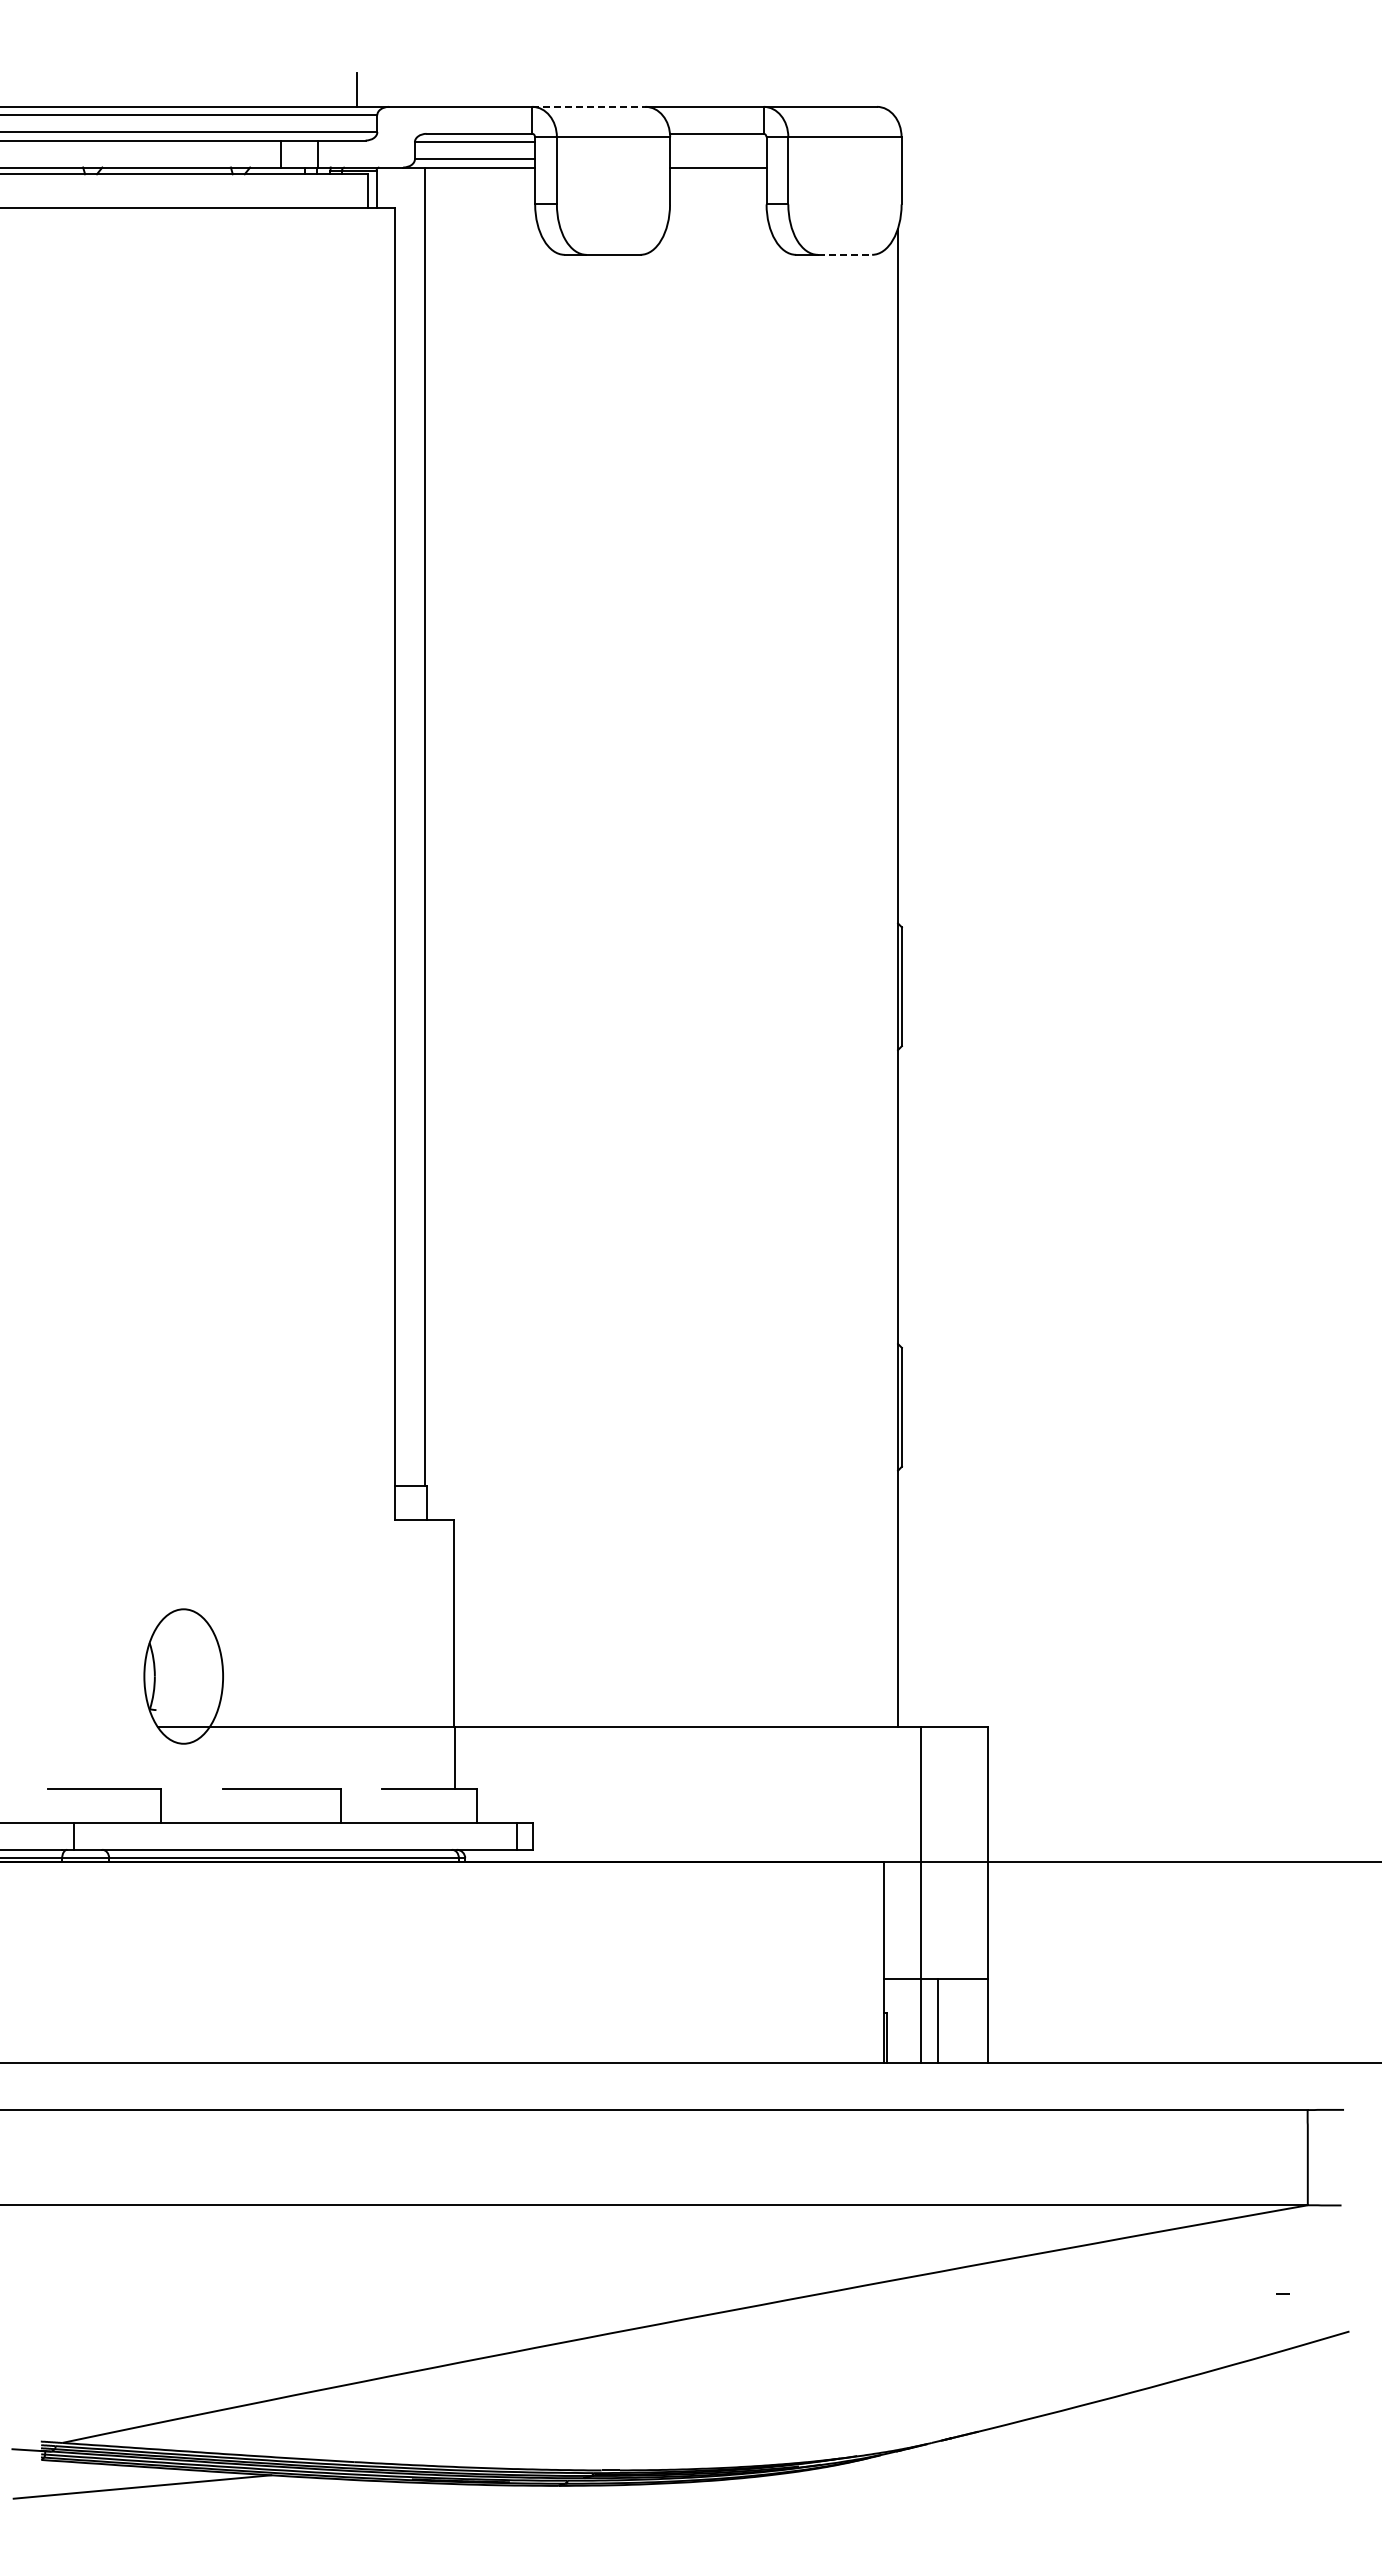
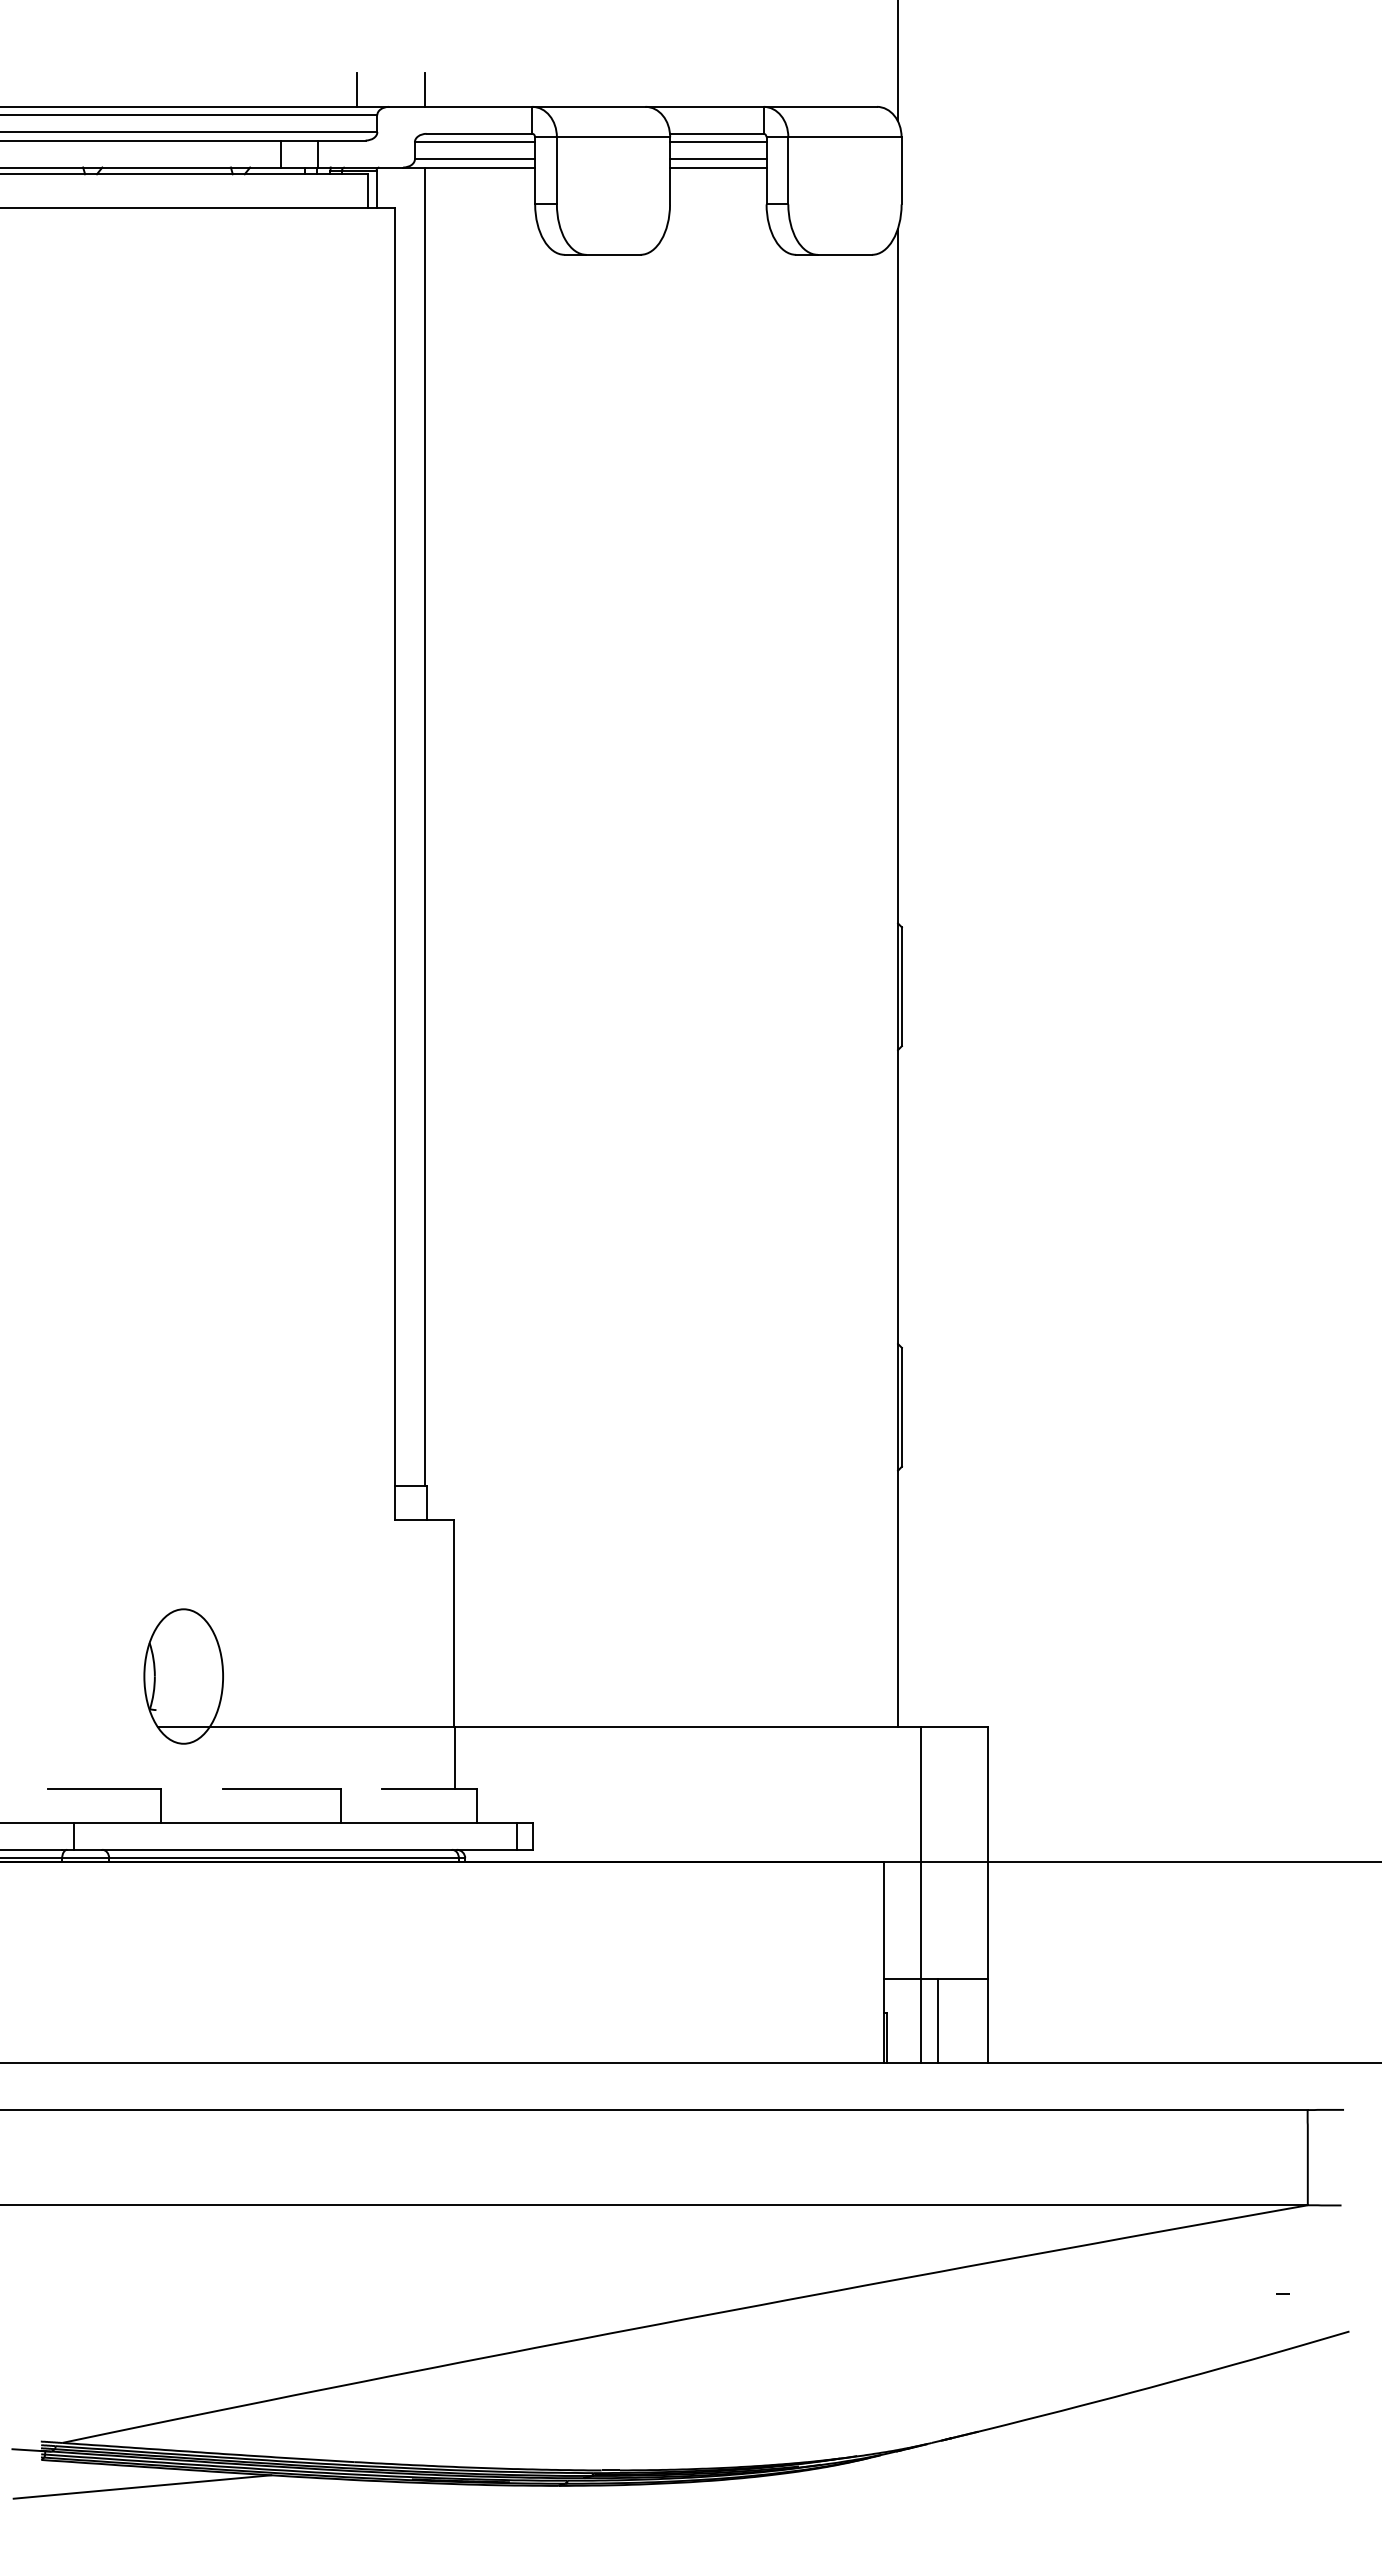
line at (898, 61): none -> present
line at (425, 89): none -> present
line at (588, 106): dashed -> solid
line at (718, 142): none -> present
line at (718, 159): none -> present
line at (845, 255): dashed -> solid
